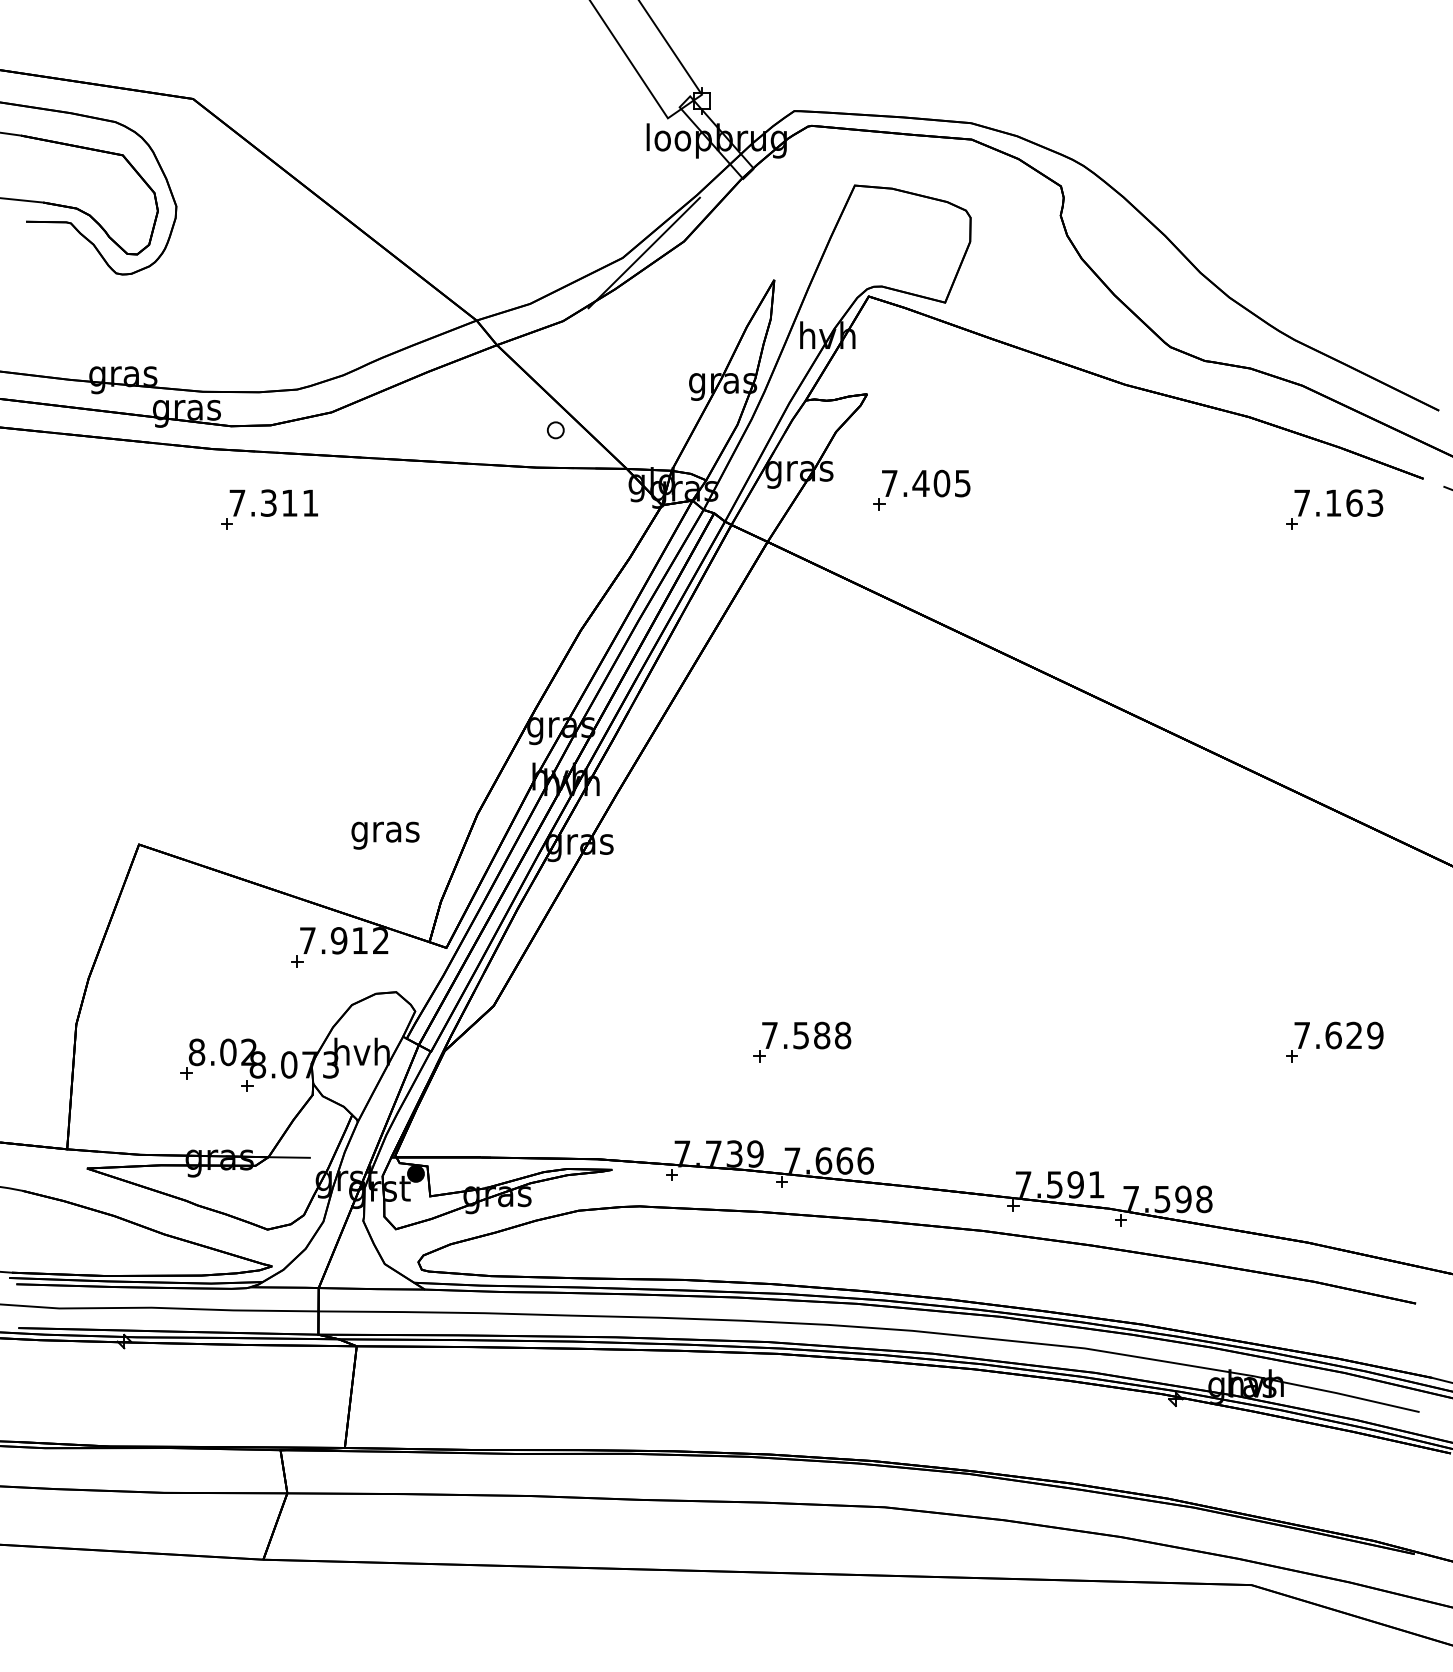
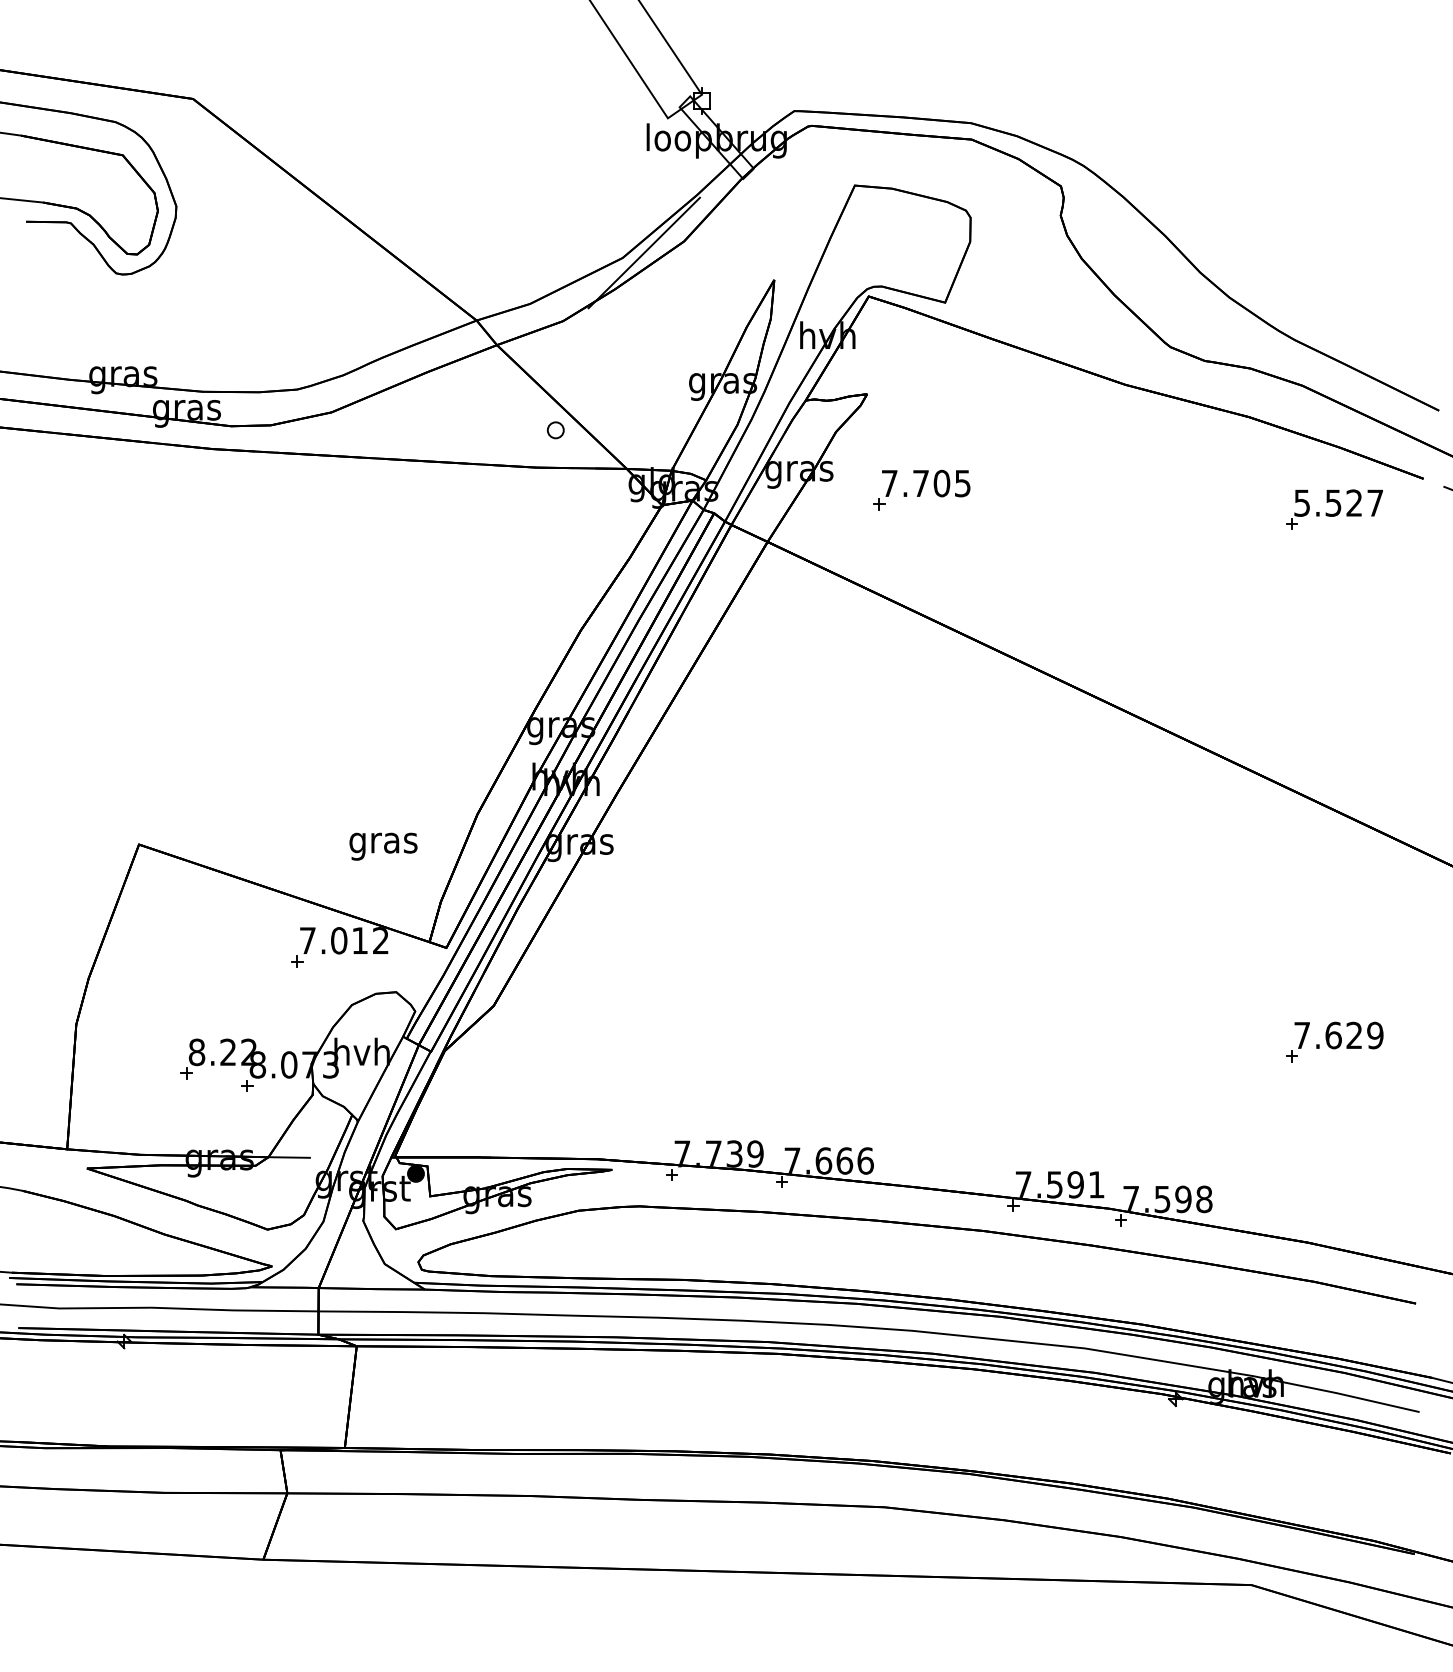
text at (920, 483): 7.405 -> 7.705
text at (1338, 502): 7.163 -> 5.527
part at (269, 509): present -> none
text at (385, 835) position: (385, 835) -> (383, 846)
text at (338, 940): 7.912 -> 7.012
part at (802, 1041): present -> none
text at (228, 1052): 8.02 -> 8.22
